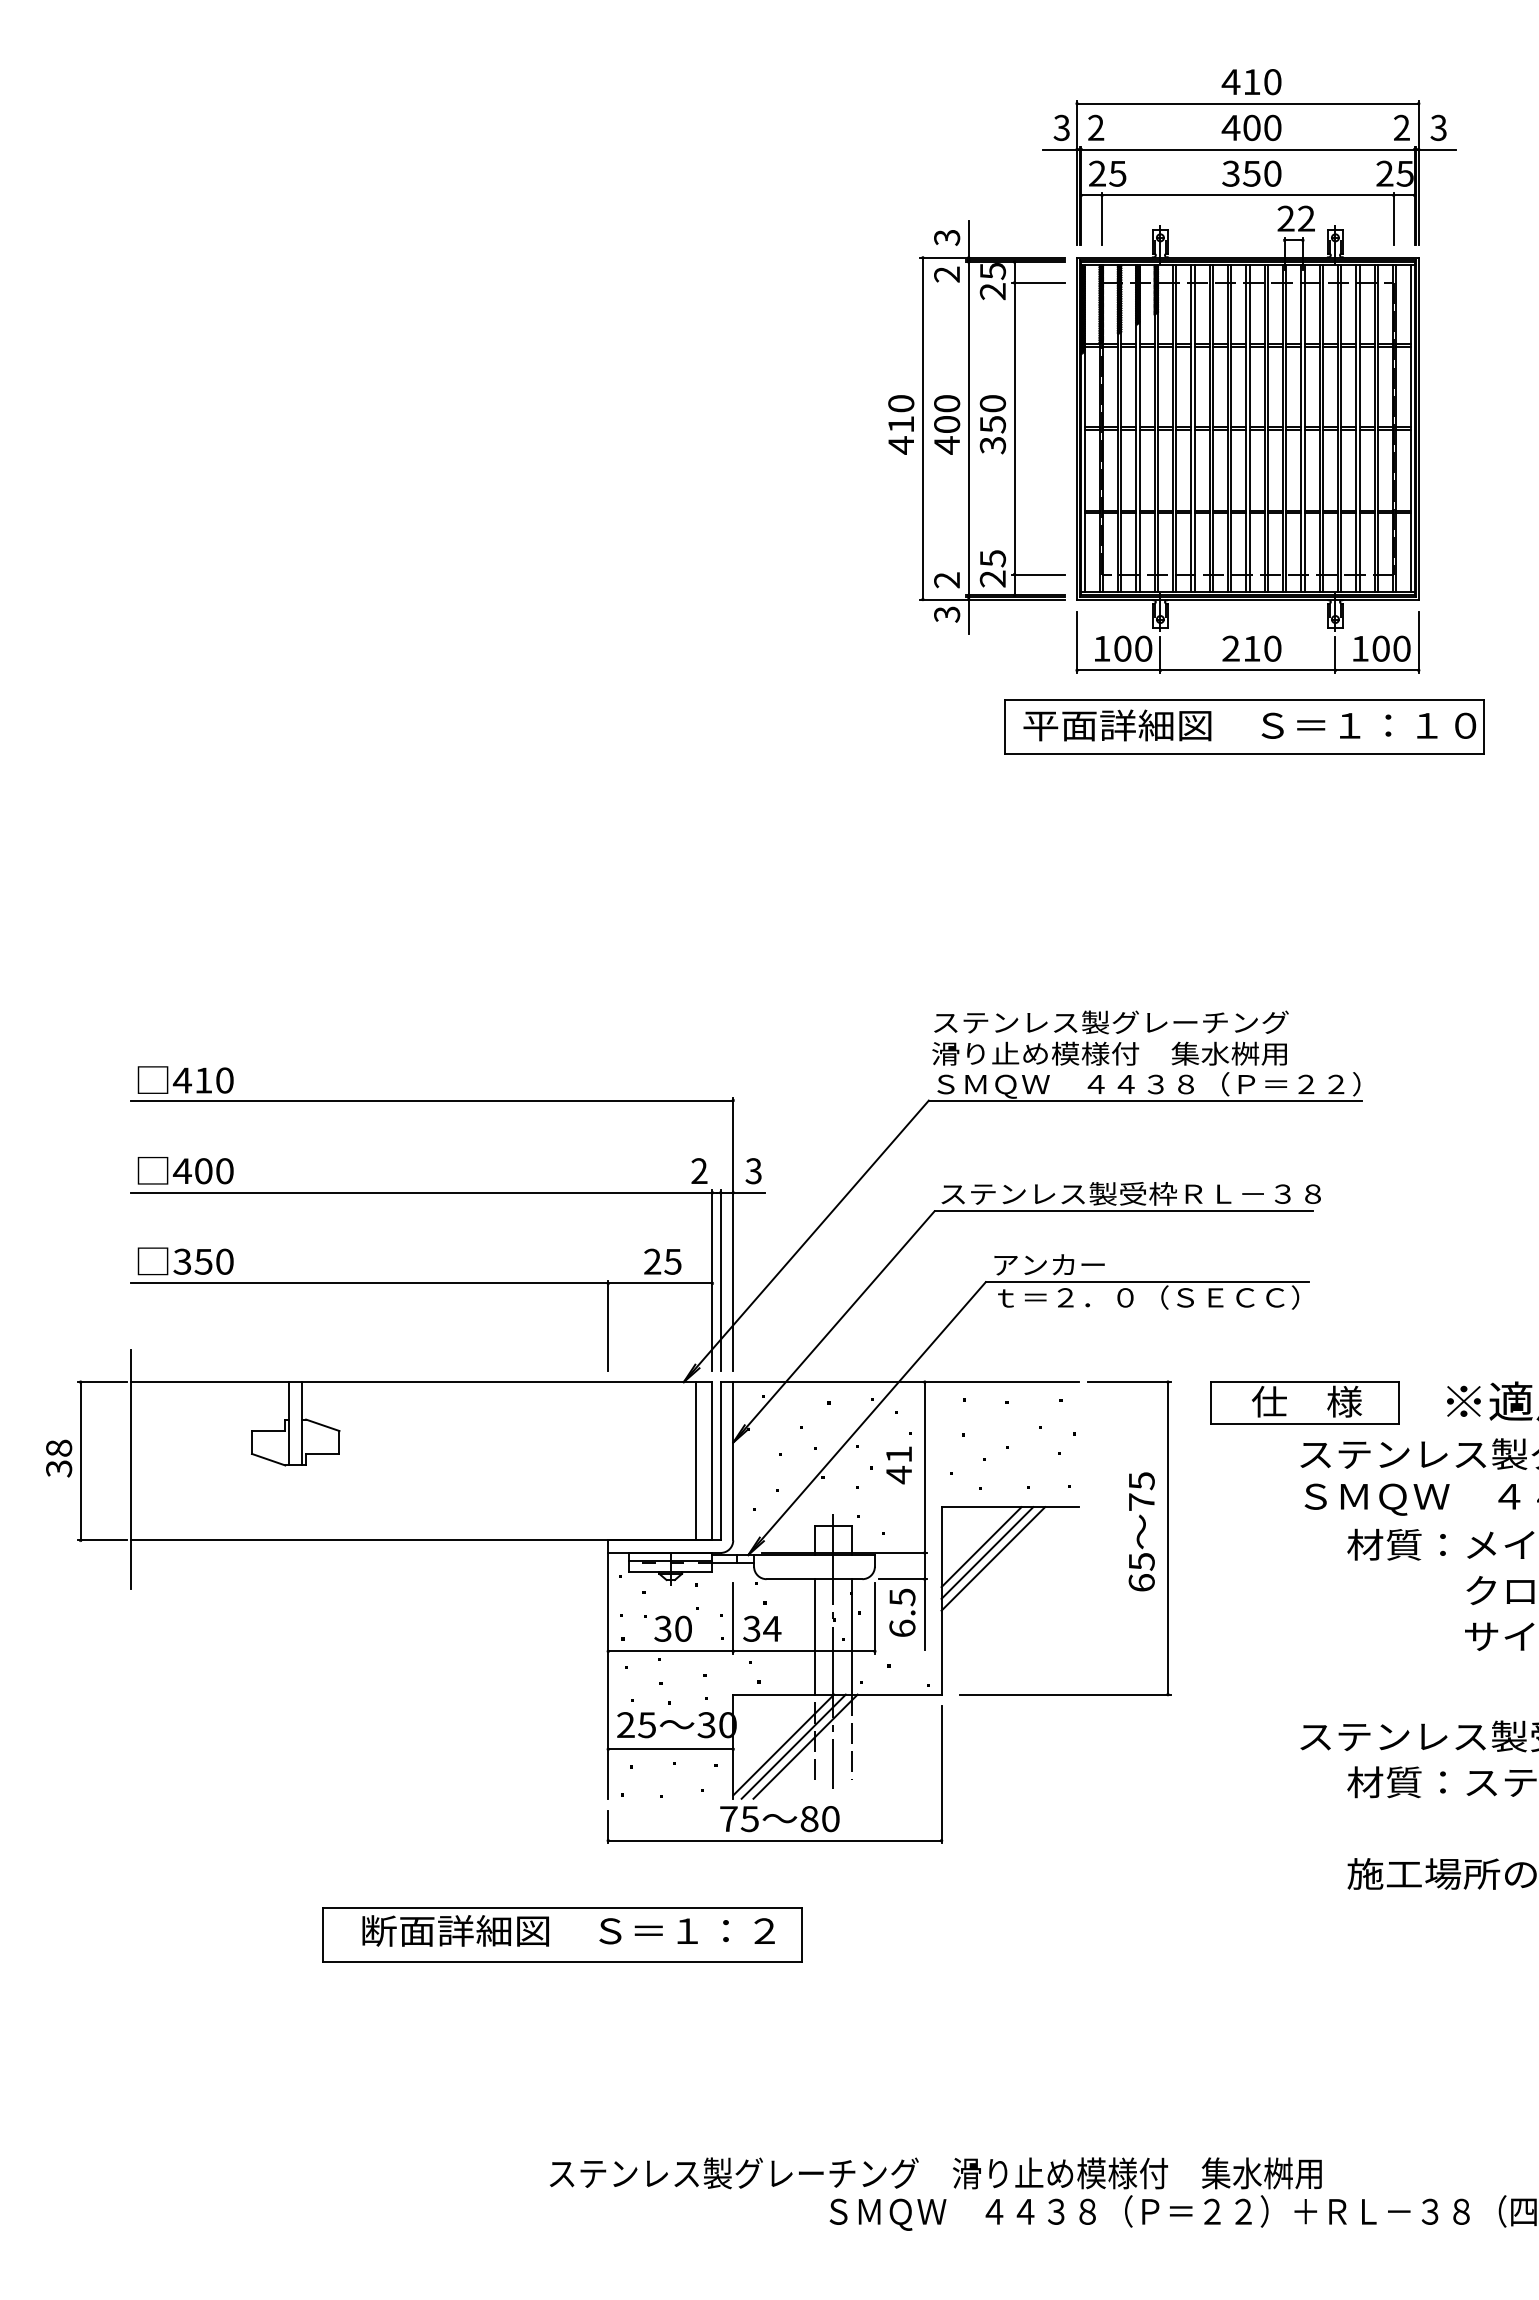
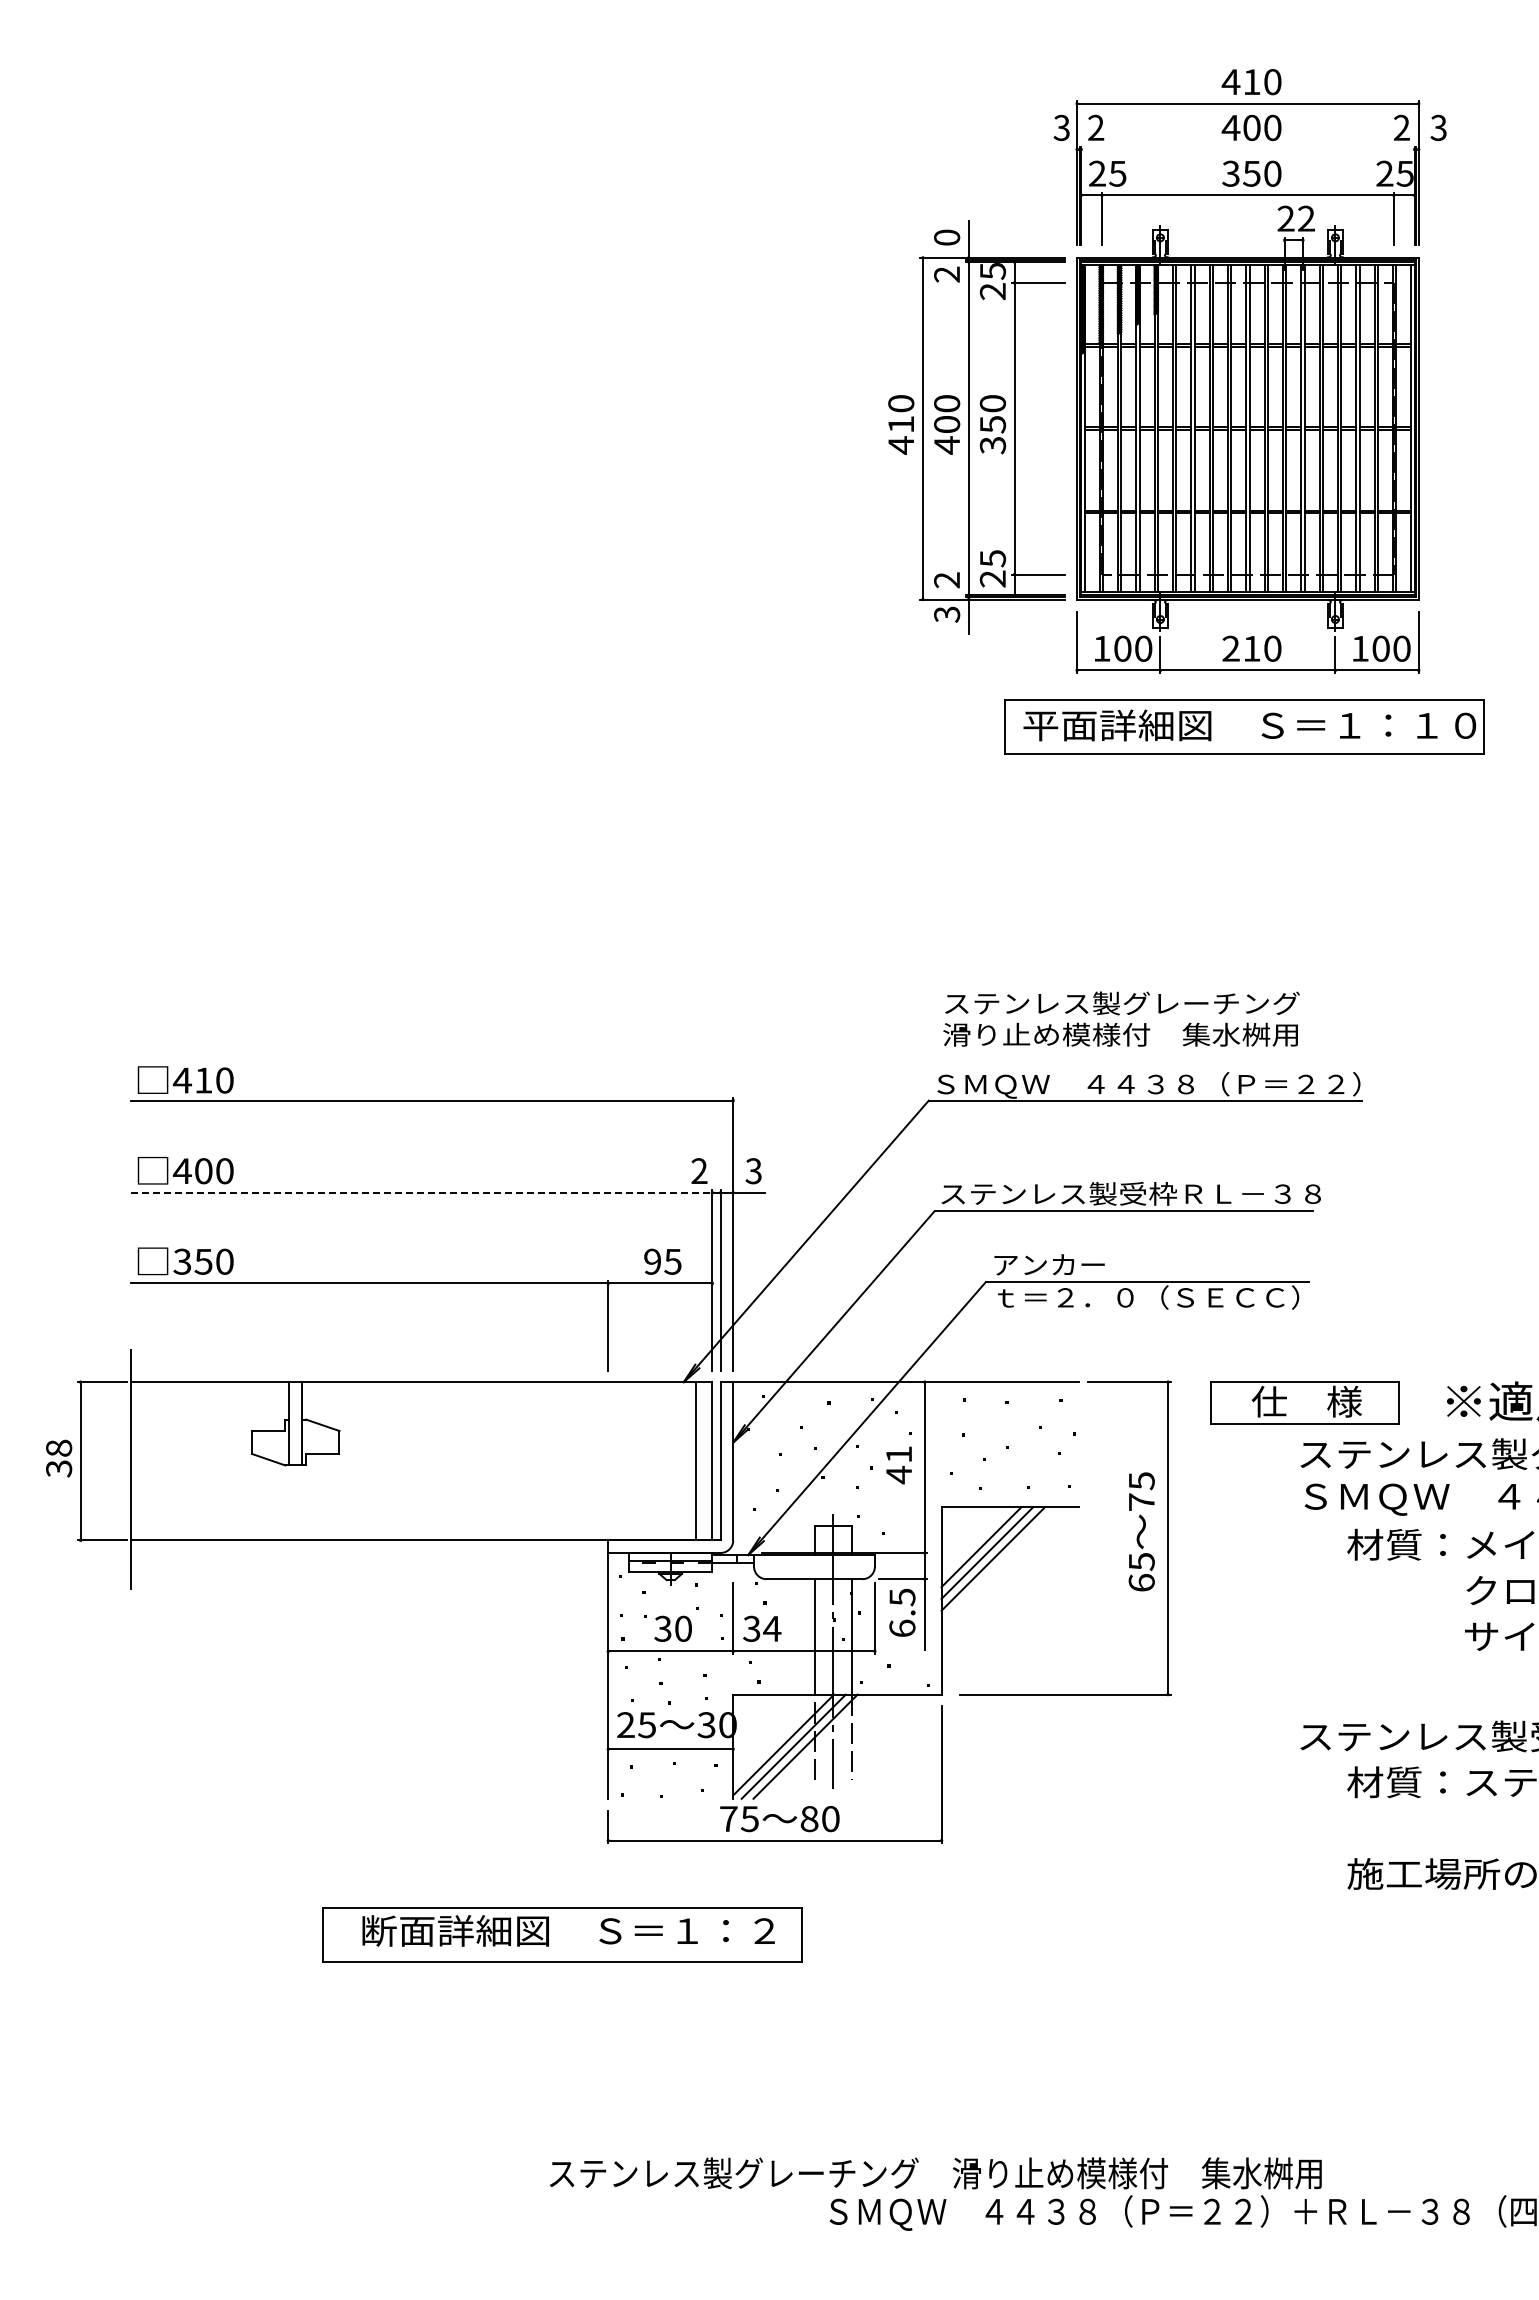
line at (1249, 149): present -> none
text at (947, 237): 3 -> 0
text at (1110, 1037) position: (1110, 1037) -> (1121, 1018)
line at (421, 1192): solid -> dashed
text at (652, 1261): 25 -> 95
